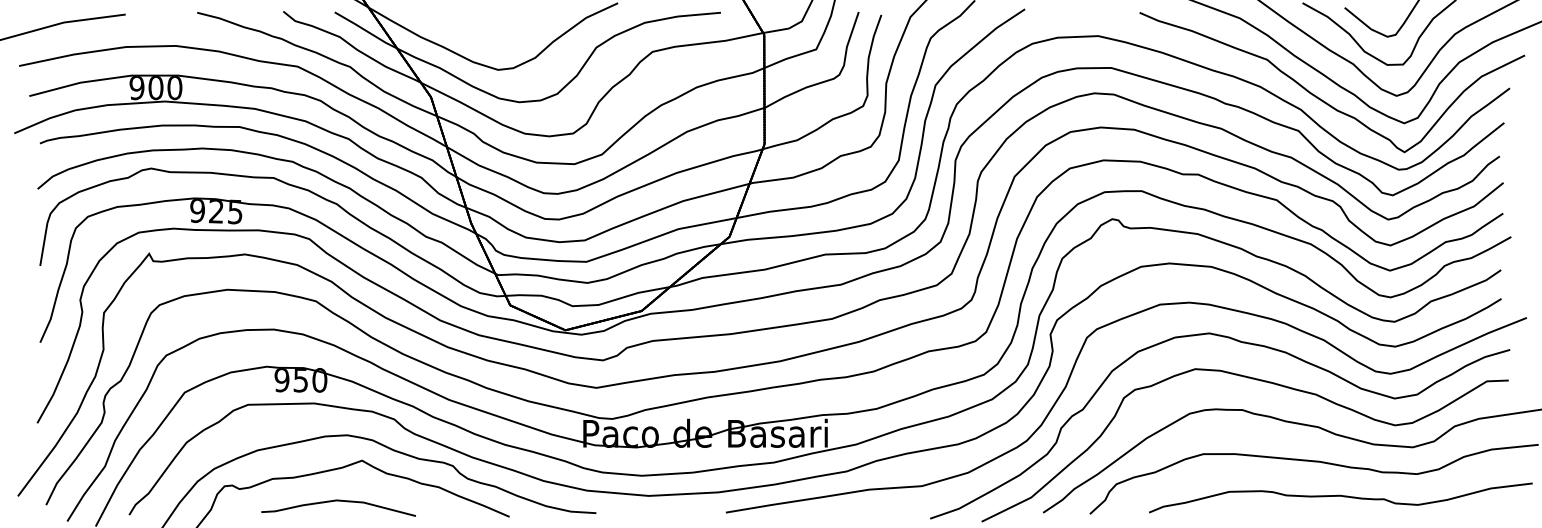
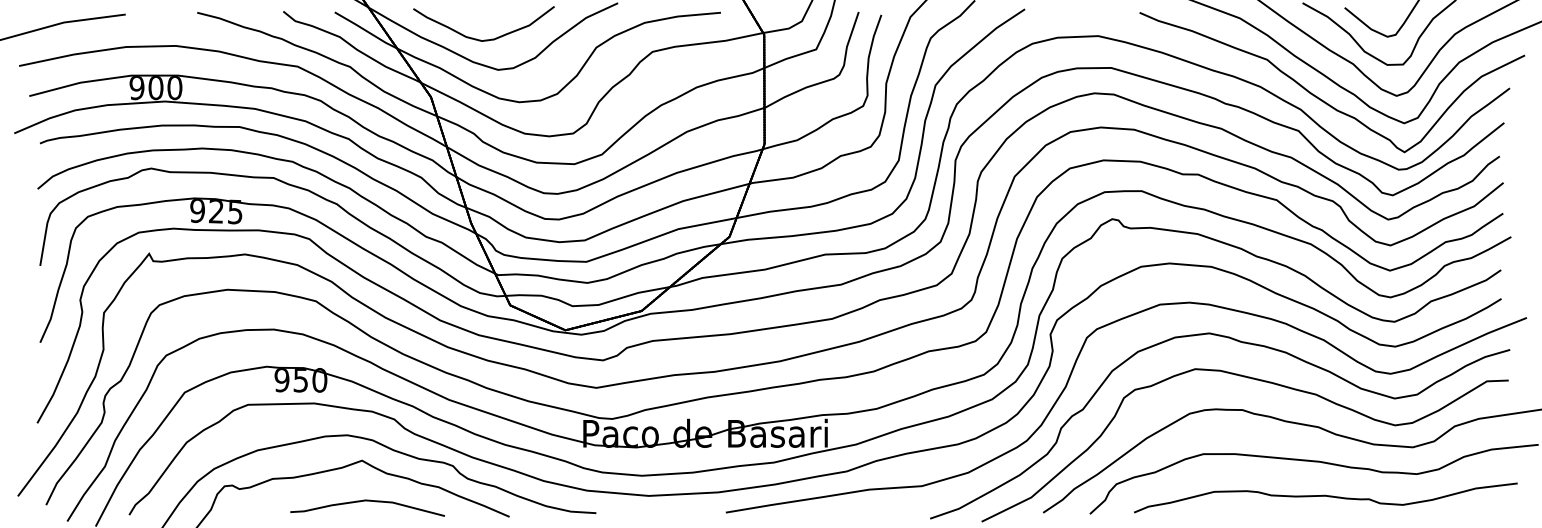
part at (484, 39): none -> present
part at (1340, 497) position: (1340, 497) -> (1325, 497)
curve at (338, 501) position: (338, 501) -> (367, 501)
